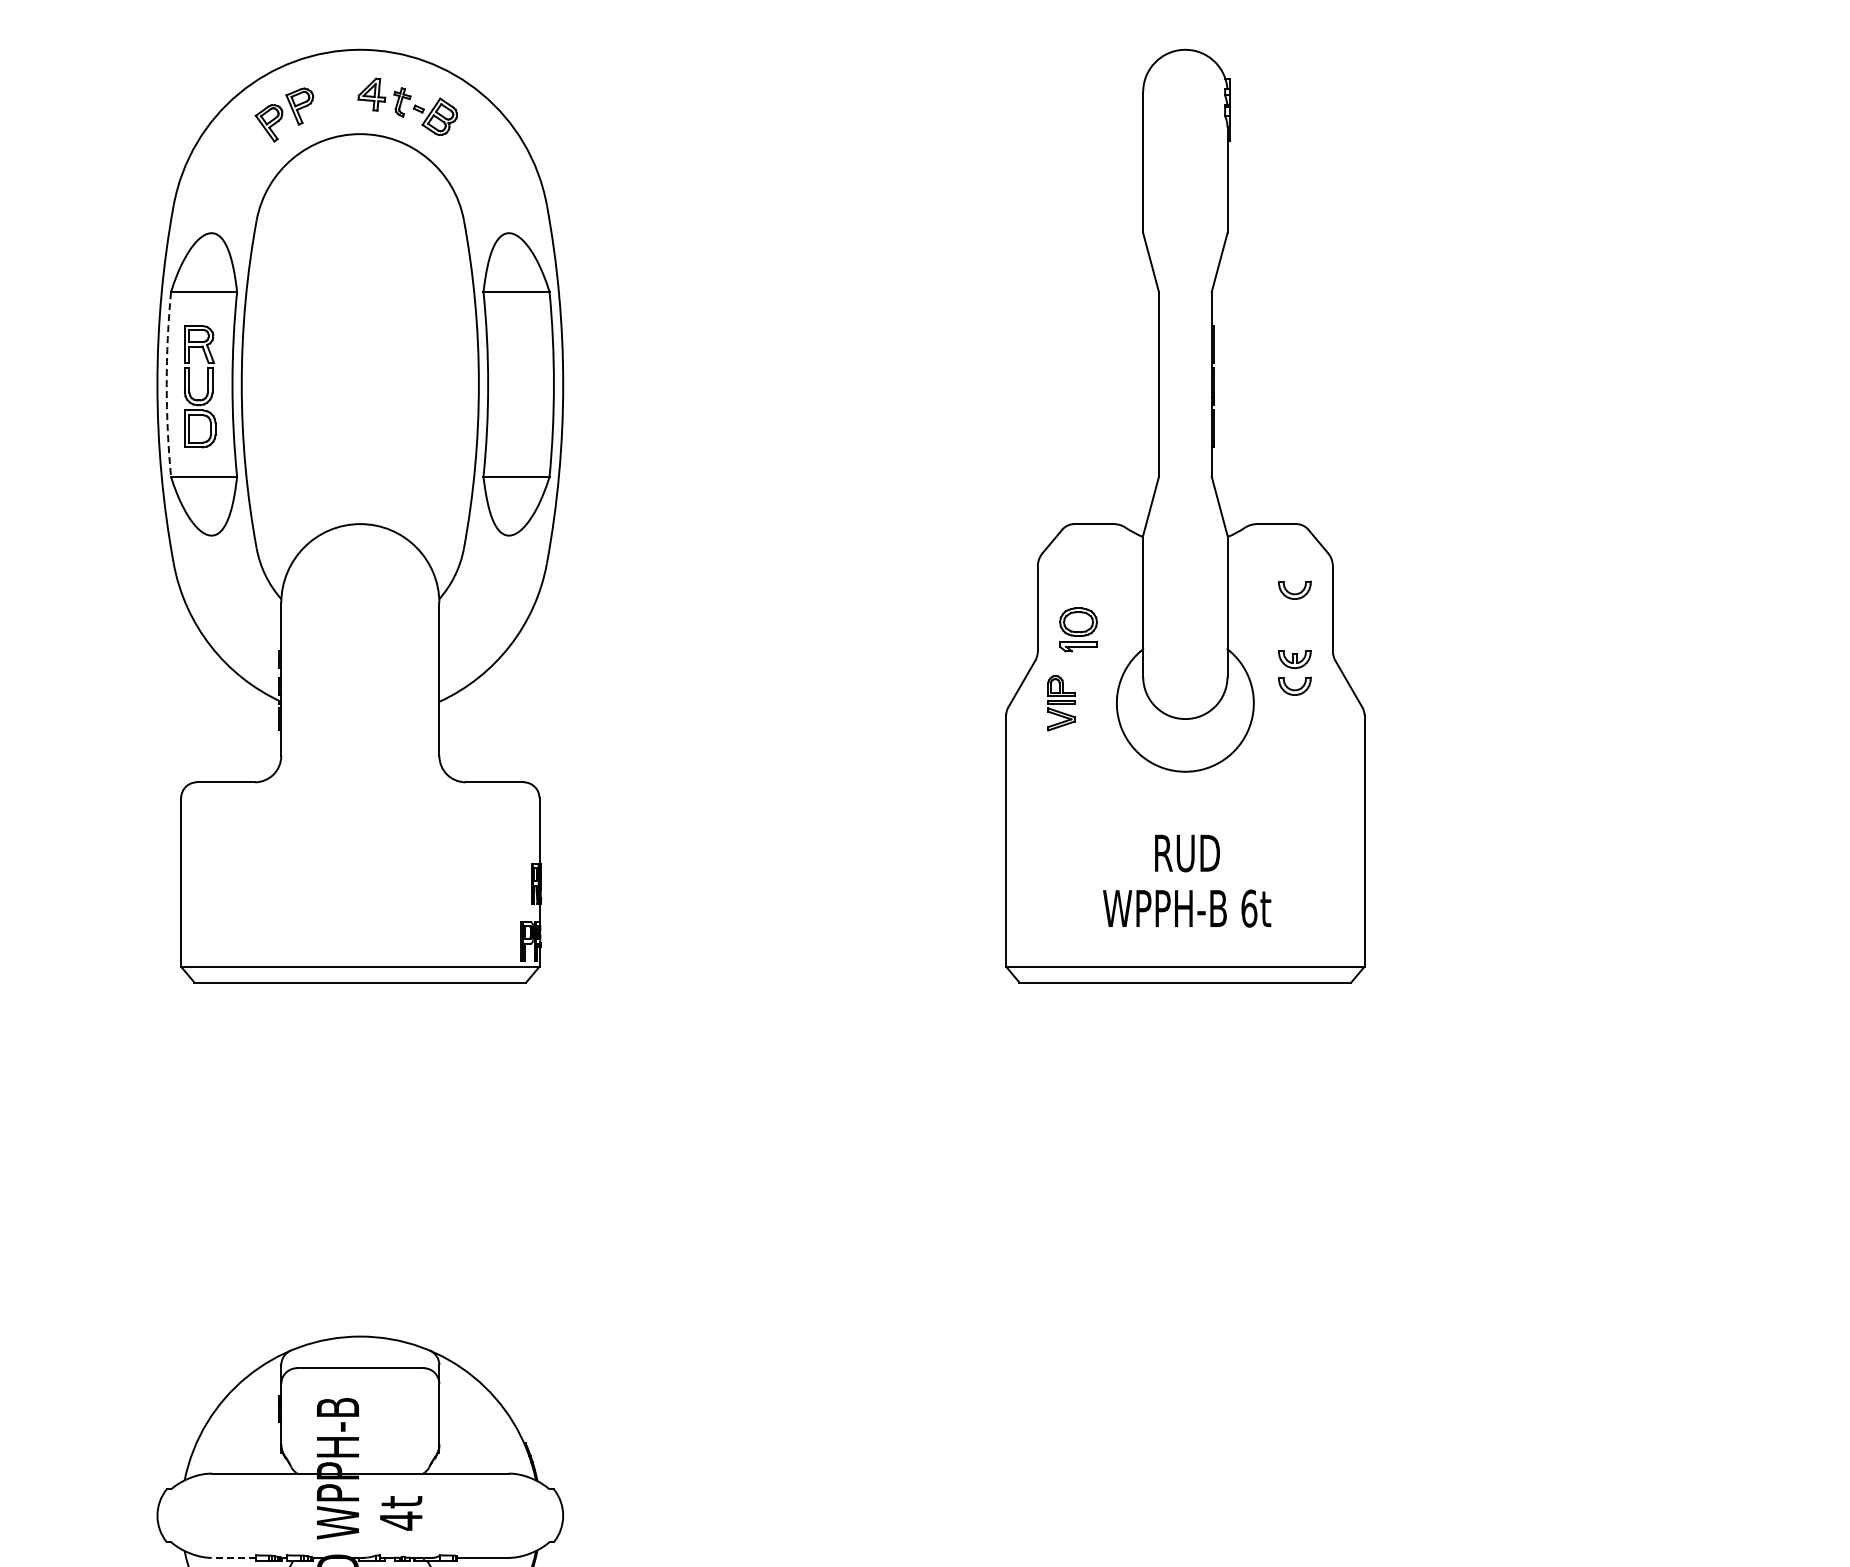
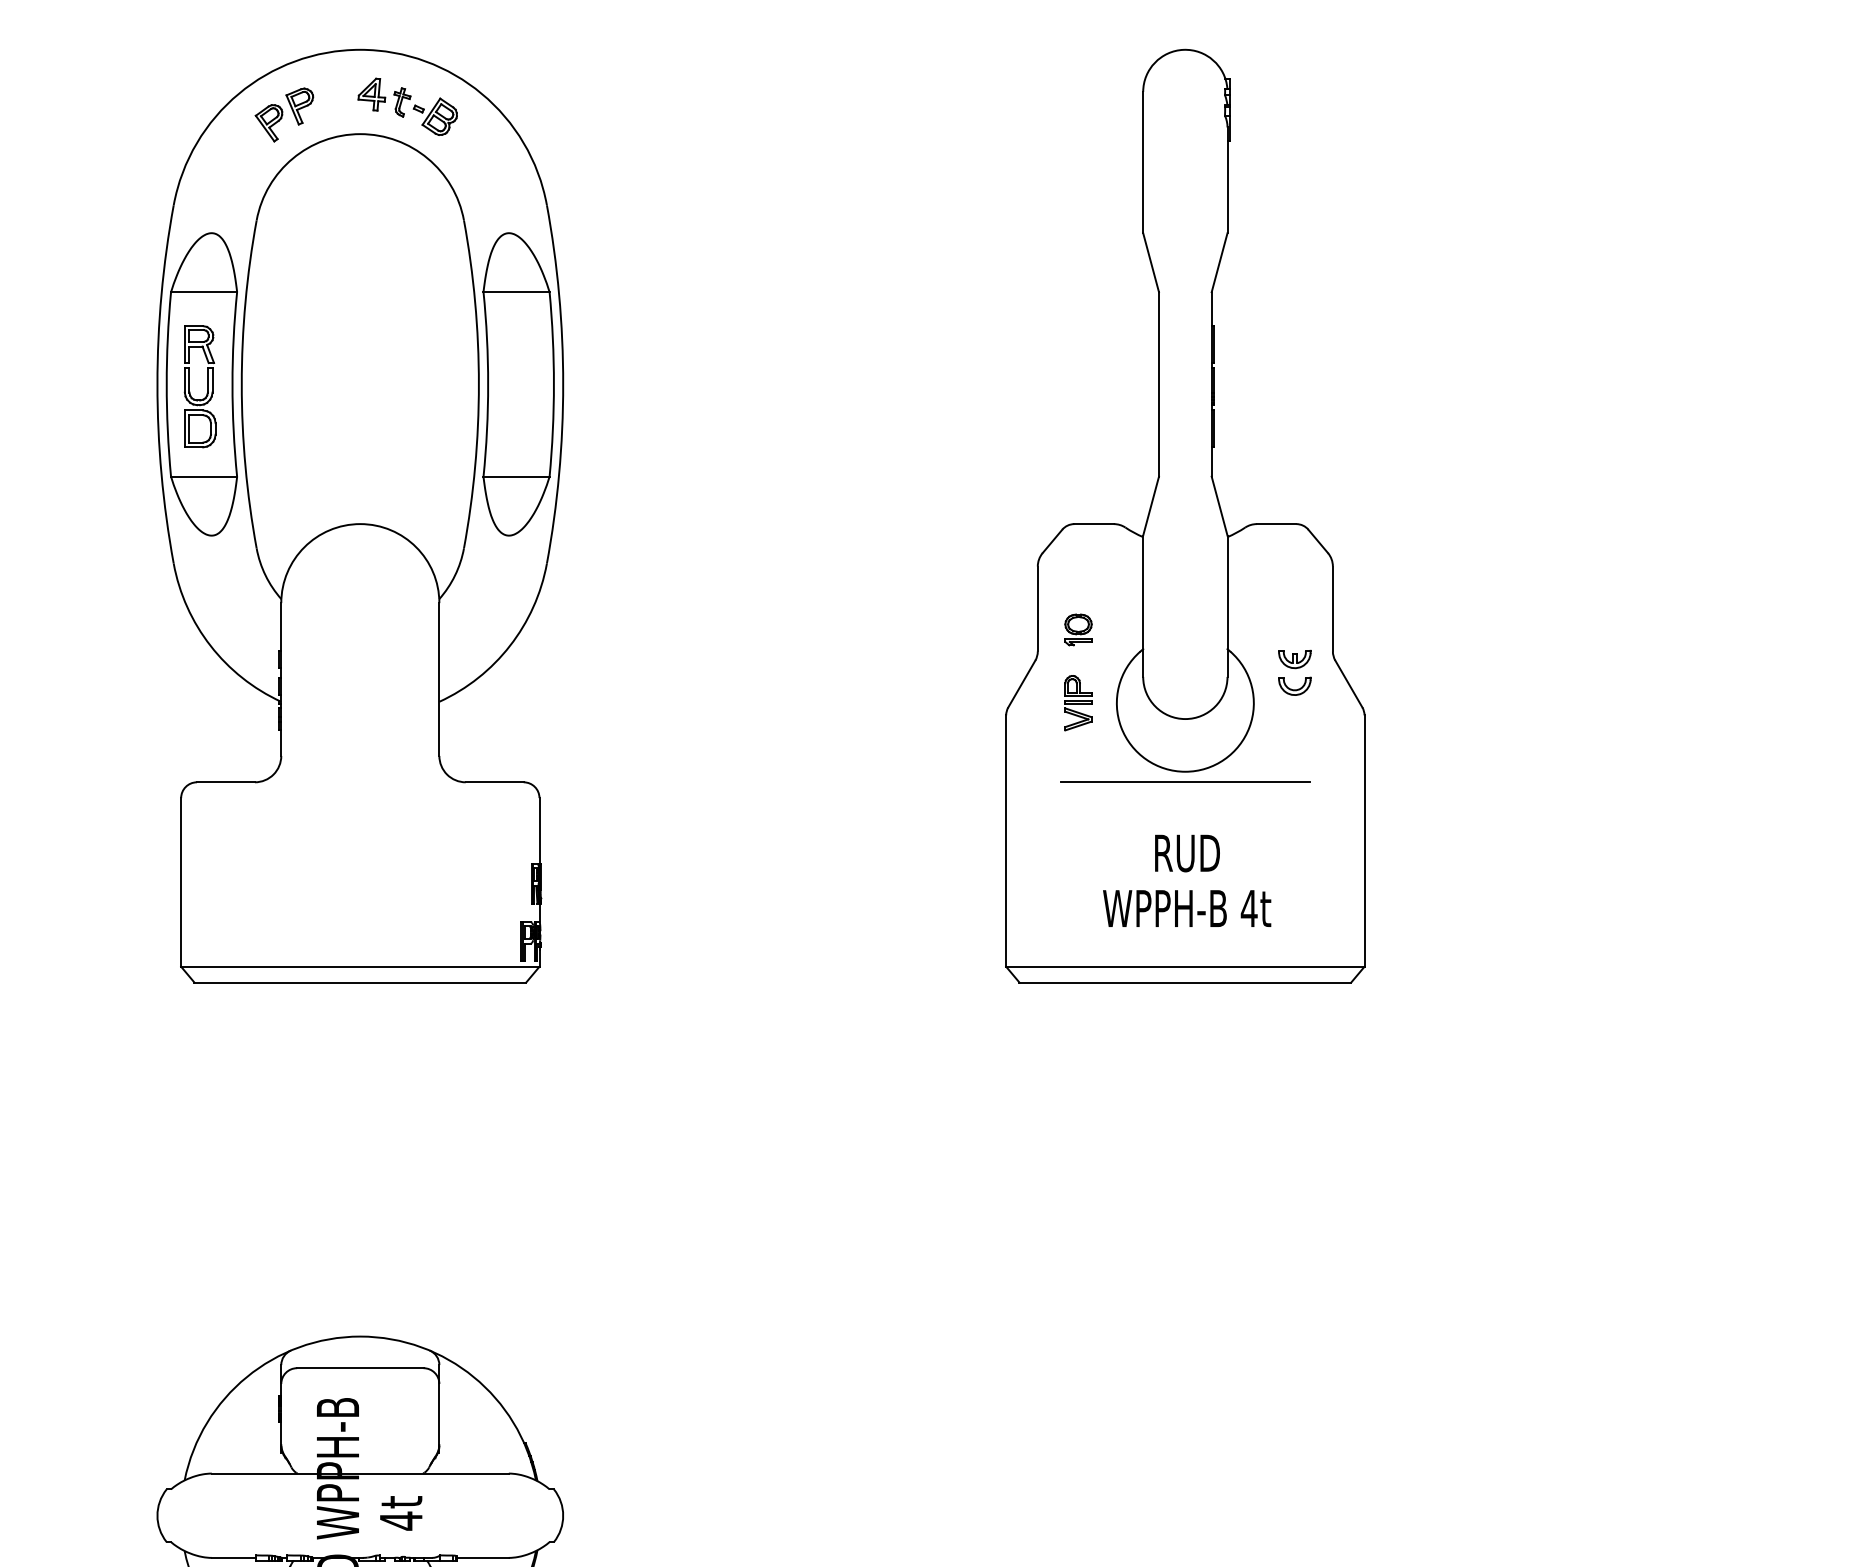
arc at (166, 384): dashed -> solid
part at (1294, 589): present -> none
part at (1078, 629) size: 39x46 px -> 29x34 px
part at (1061, 703) position: (1061, 703) -> (1078, 703)
line at (1185, 782): none -> present
text at (1248, 908): 6t -> 4t
line at (233, 1557): dashed -> solid
